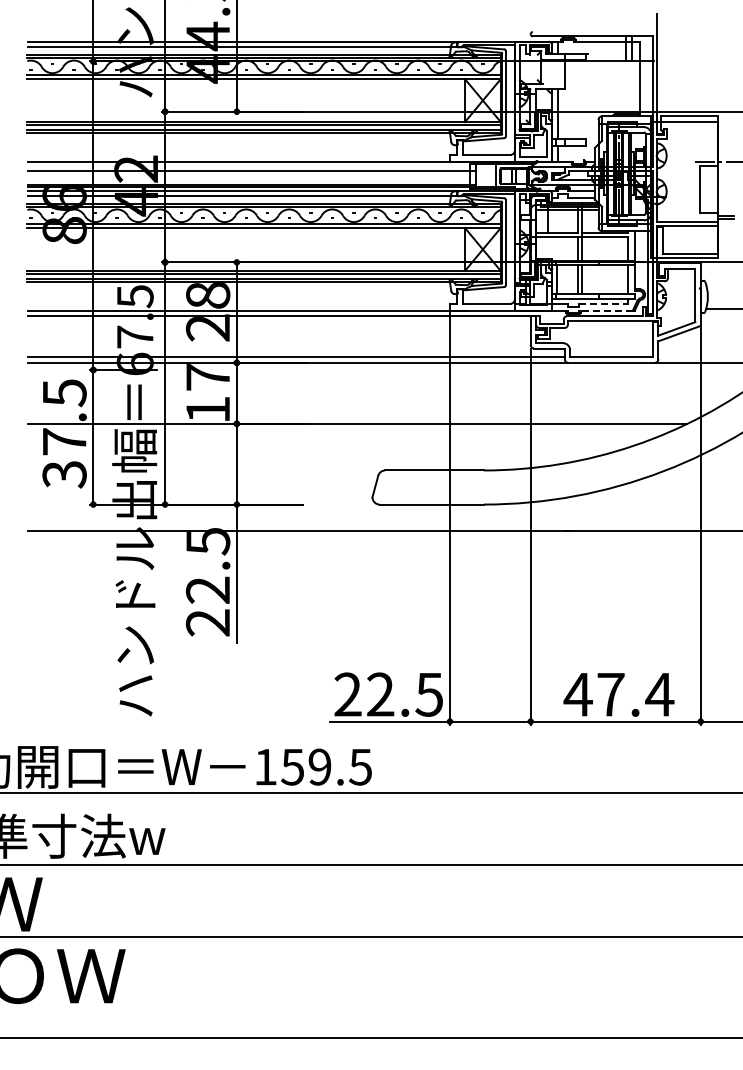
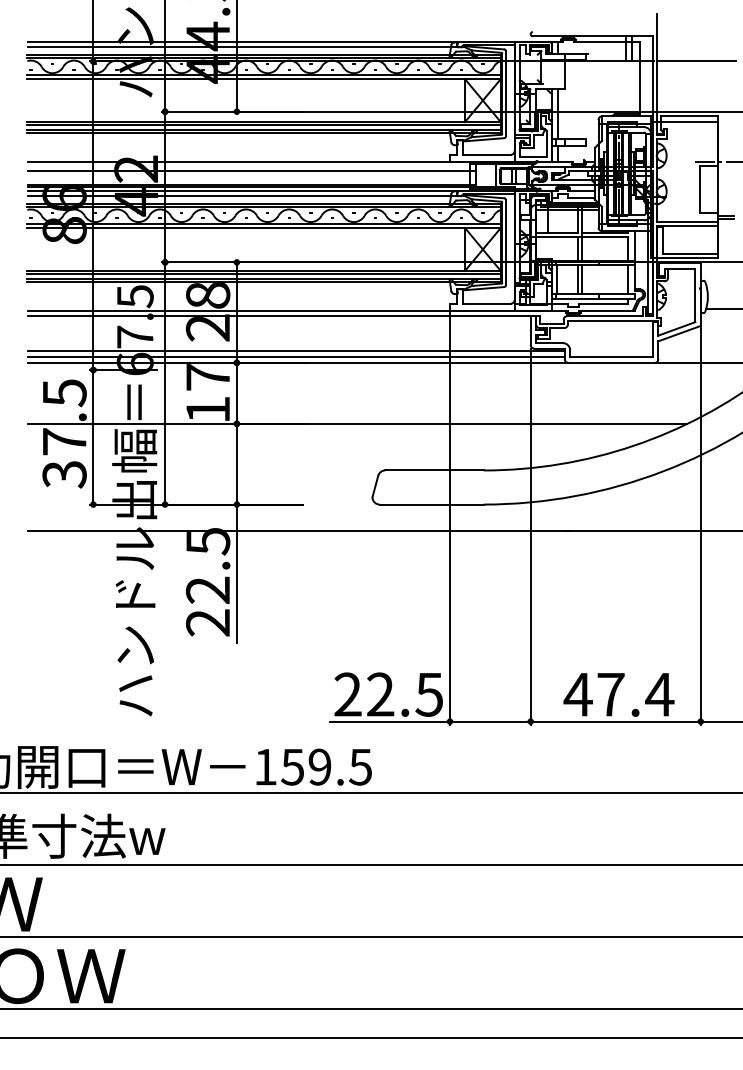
line at (696, 61): none -> present
line at (603, 303): dashed -> solid
line at (605, 310): dashed -> solid
line at (296, 351): none -> present
line at (370, 1008): none -> present
